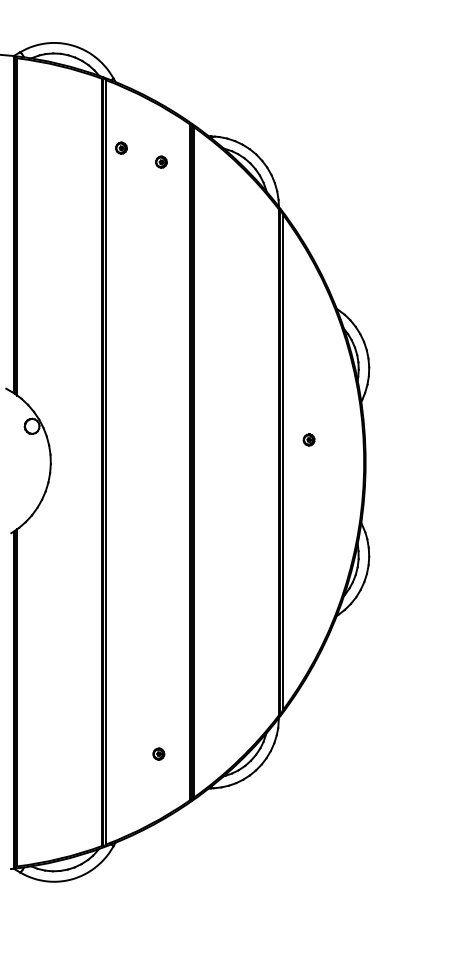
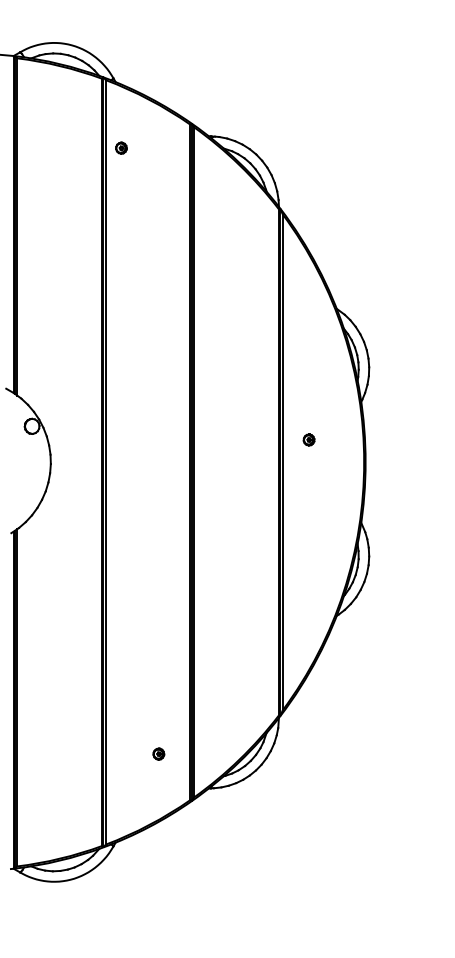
part at (161, 161): present -> none
